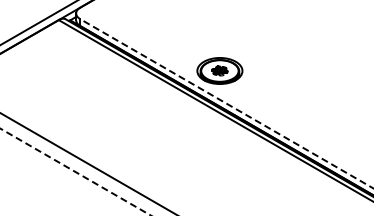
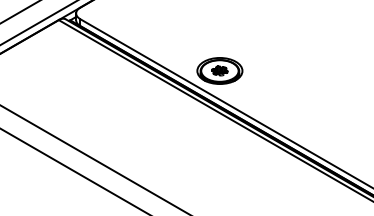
line at (19, 12): none -> present
line at (226, 103): dashed -> solid
line at (87, 163) position: (87, 163) -> (94, 159)
line at (76, 172): dashed -> solid
